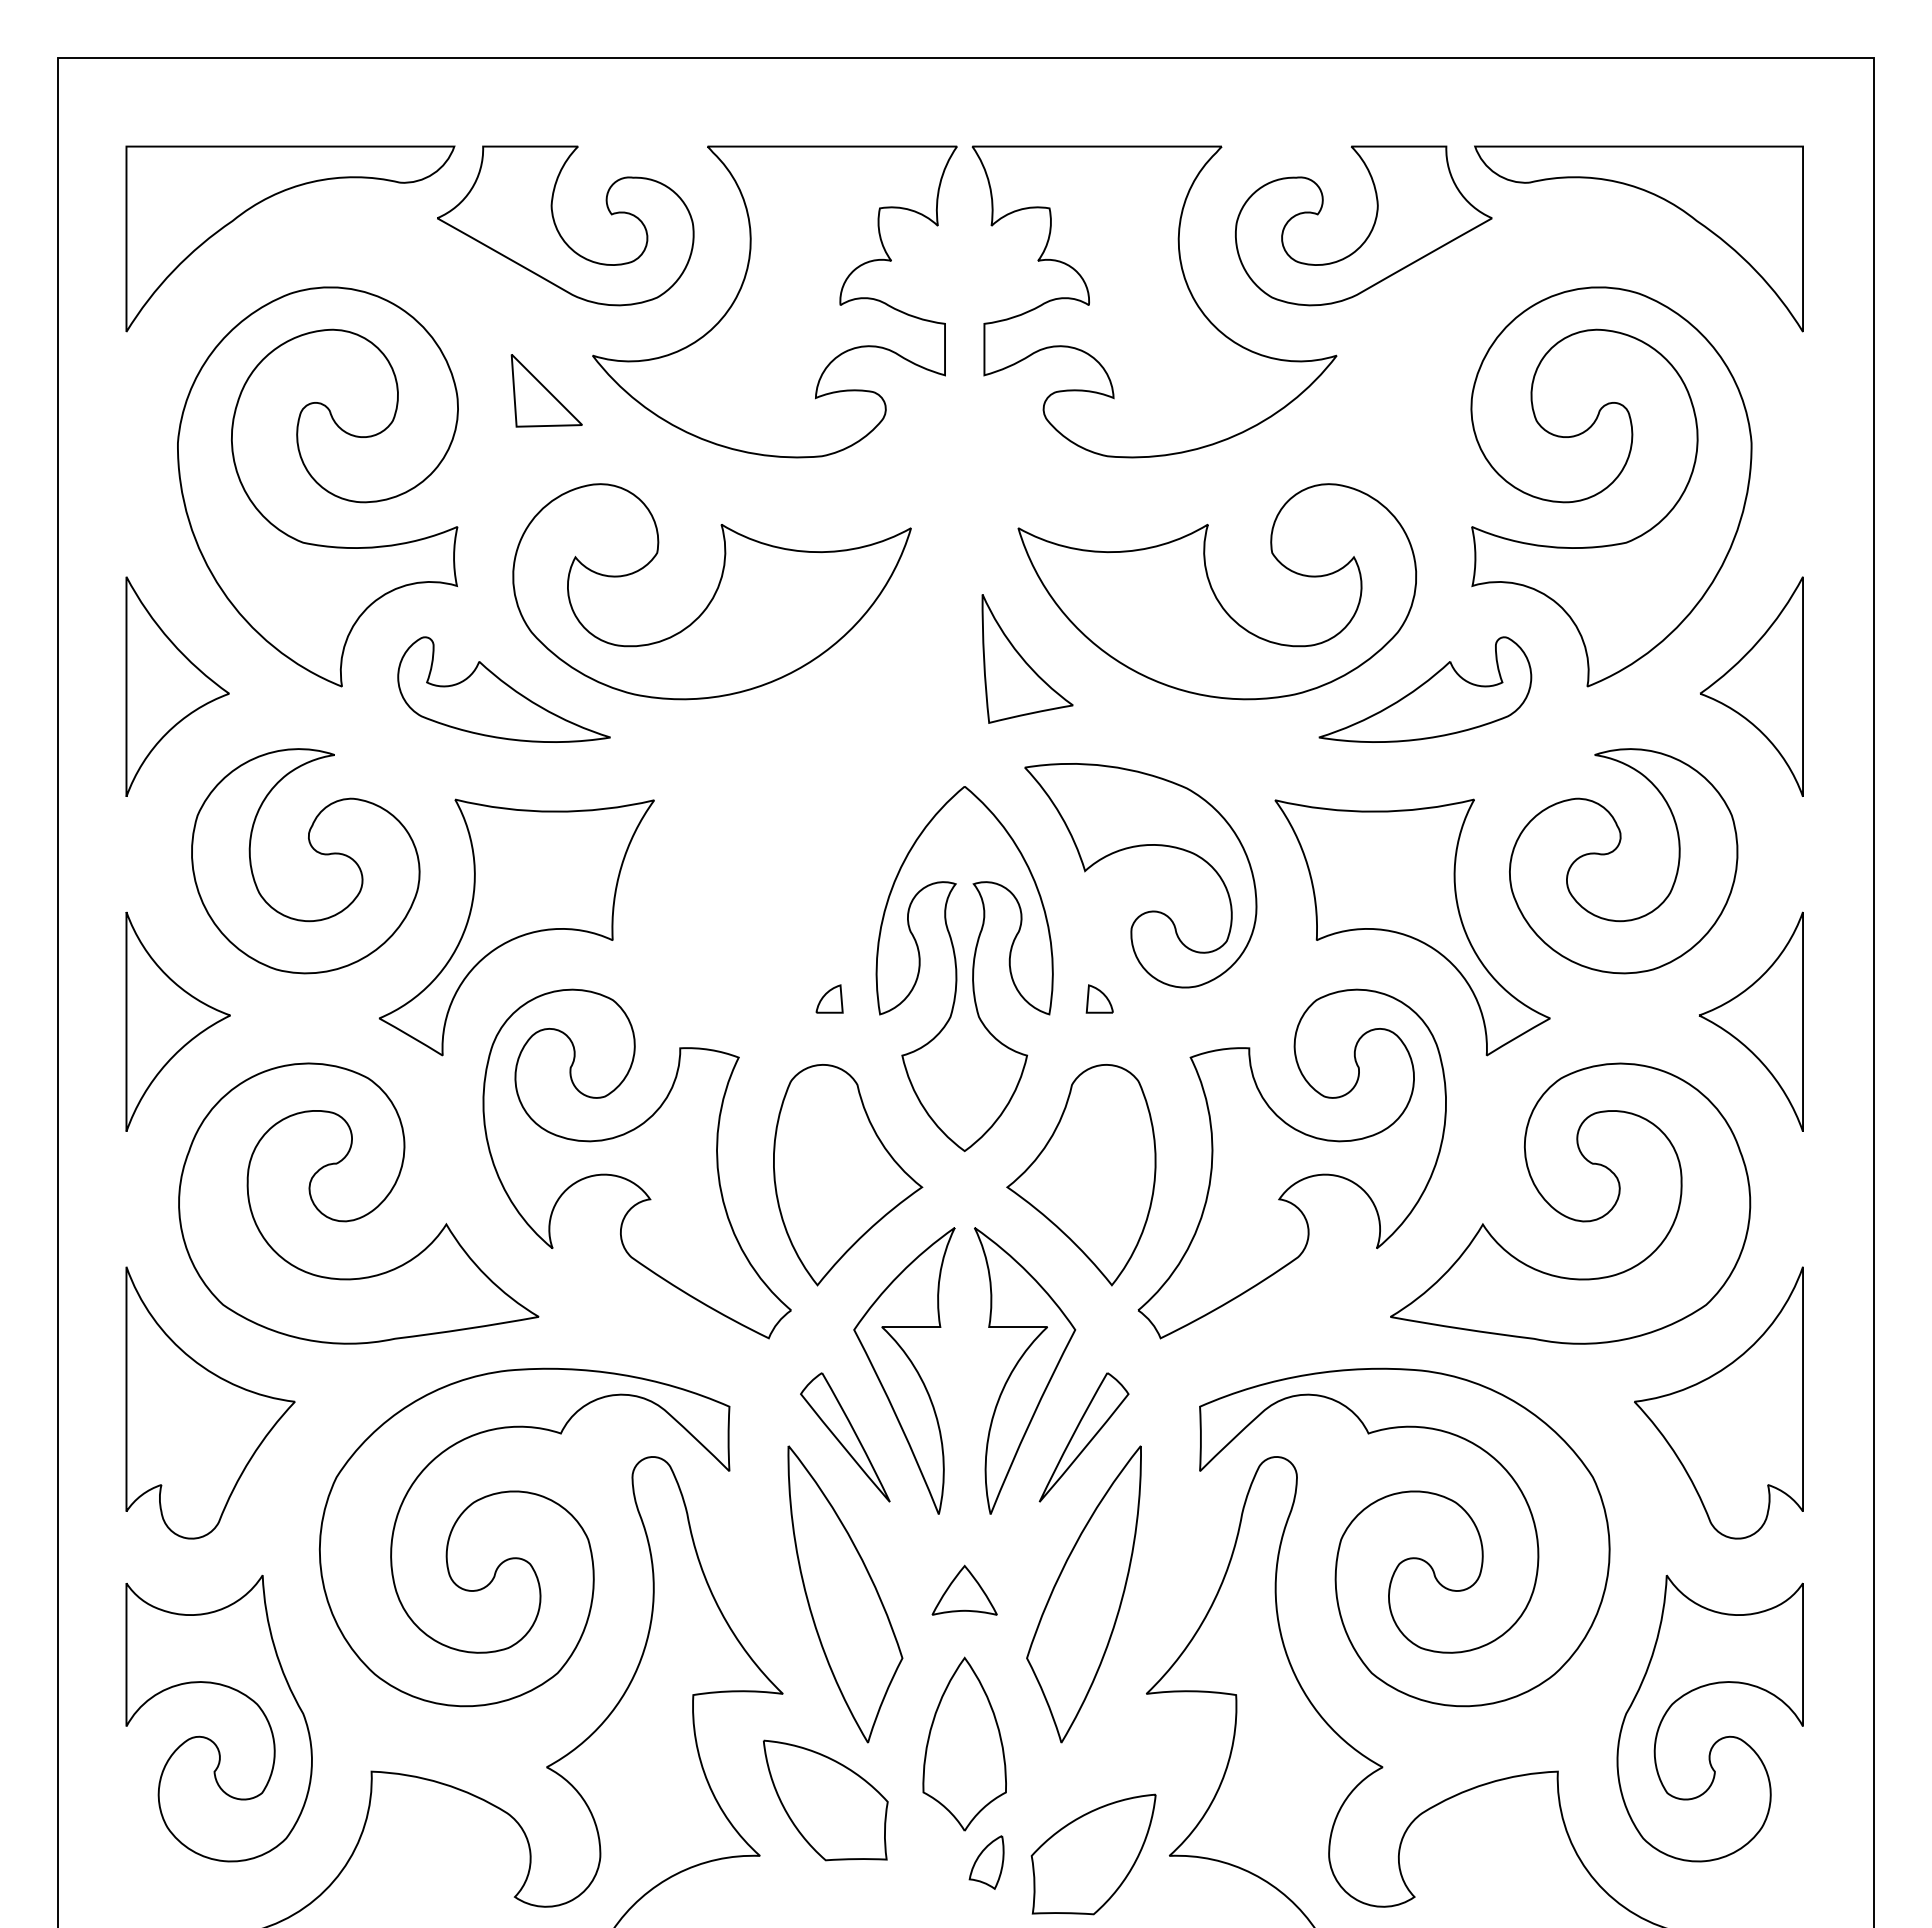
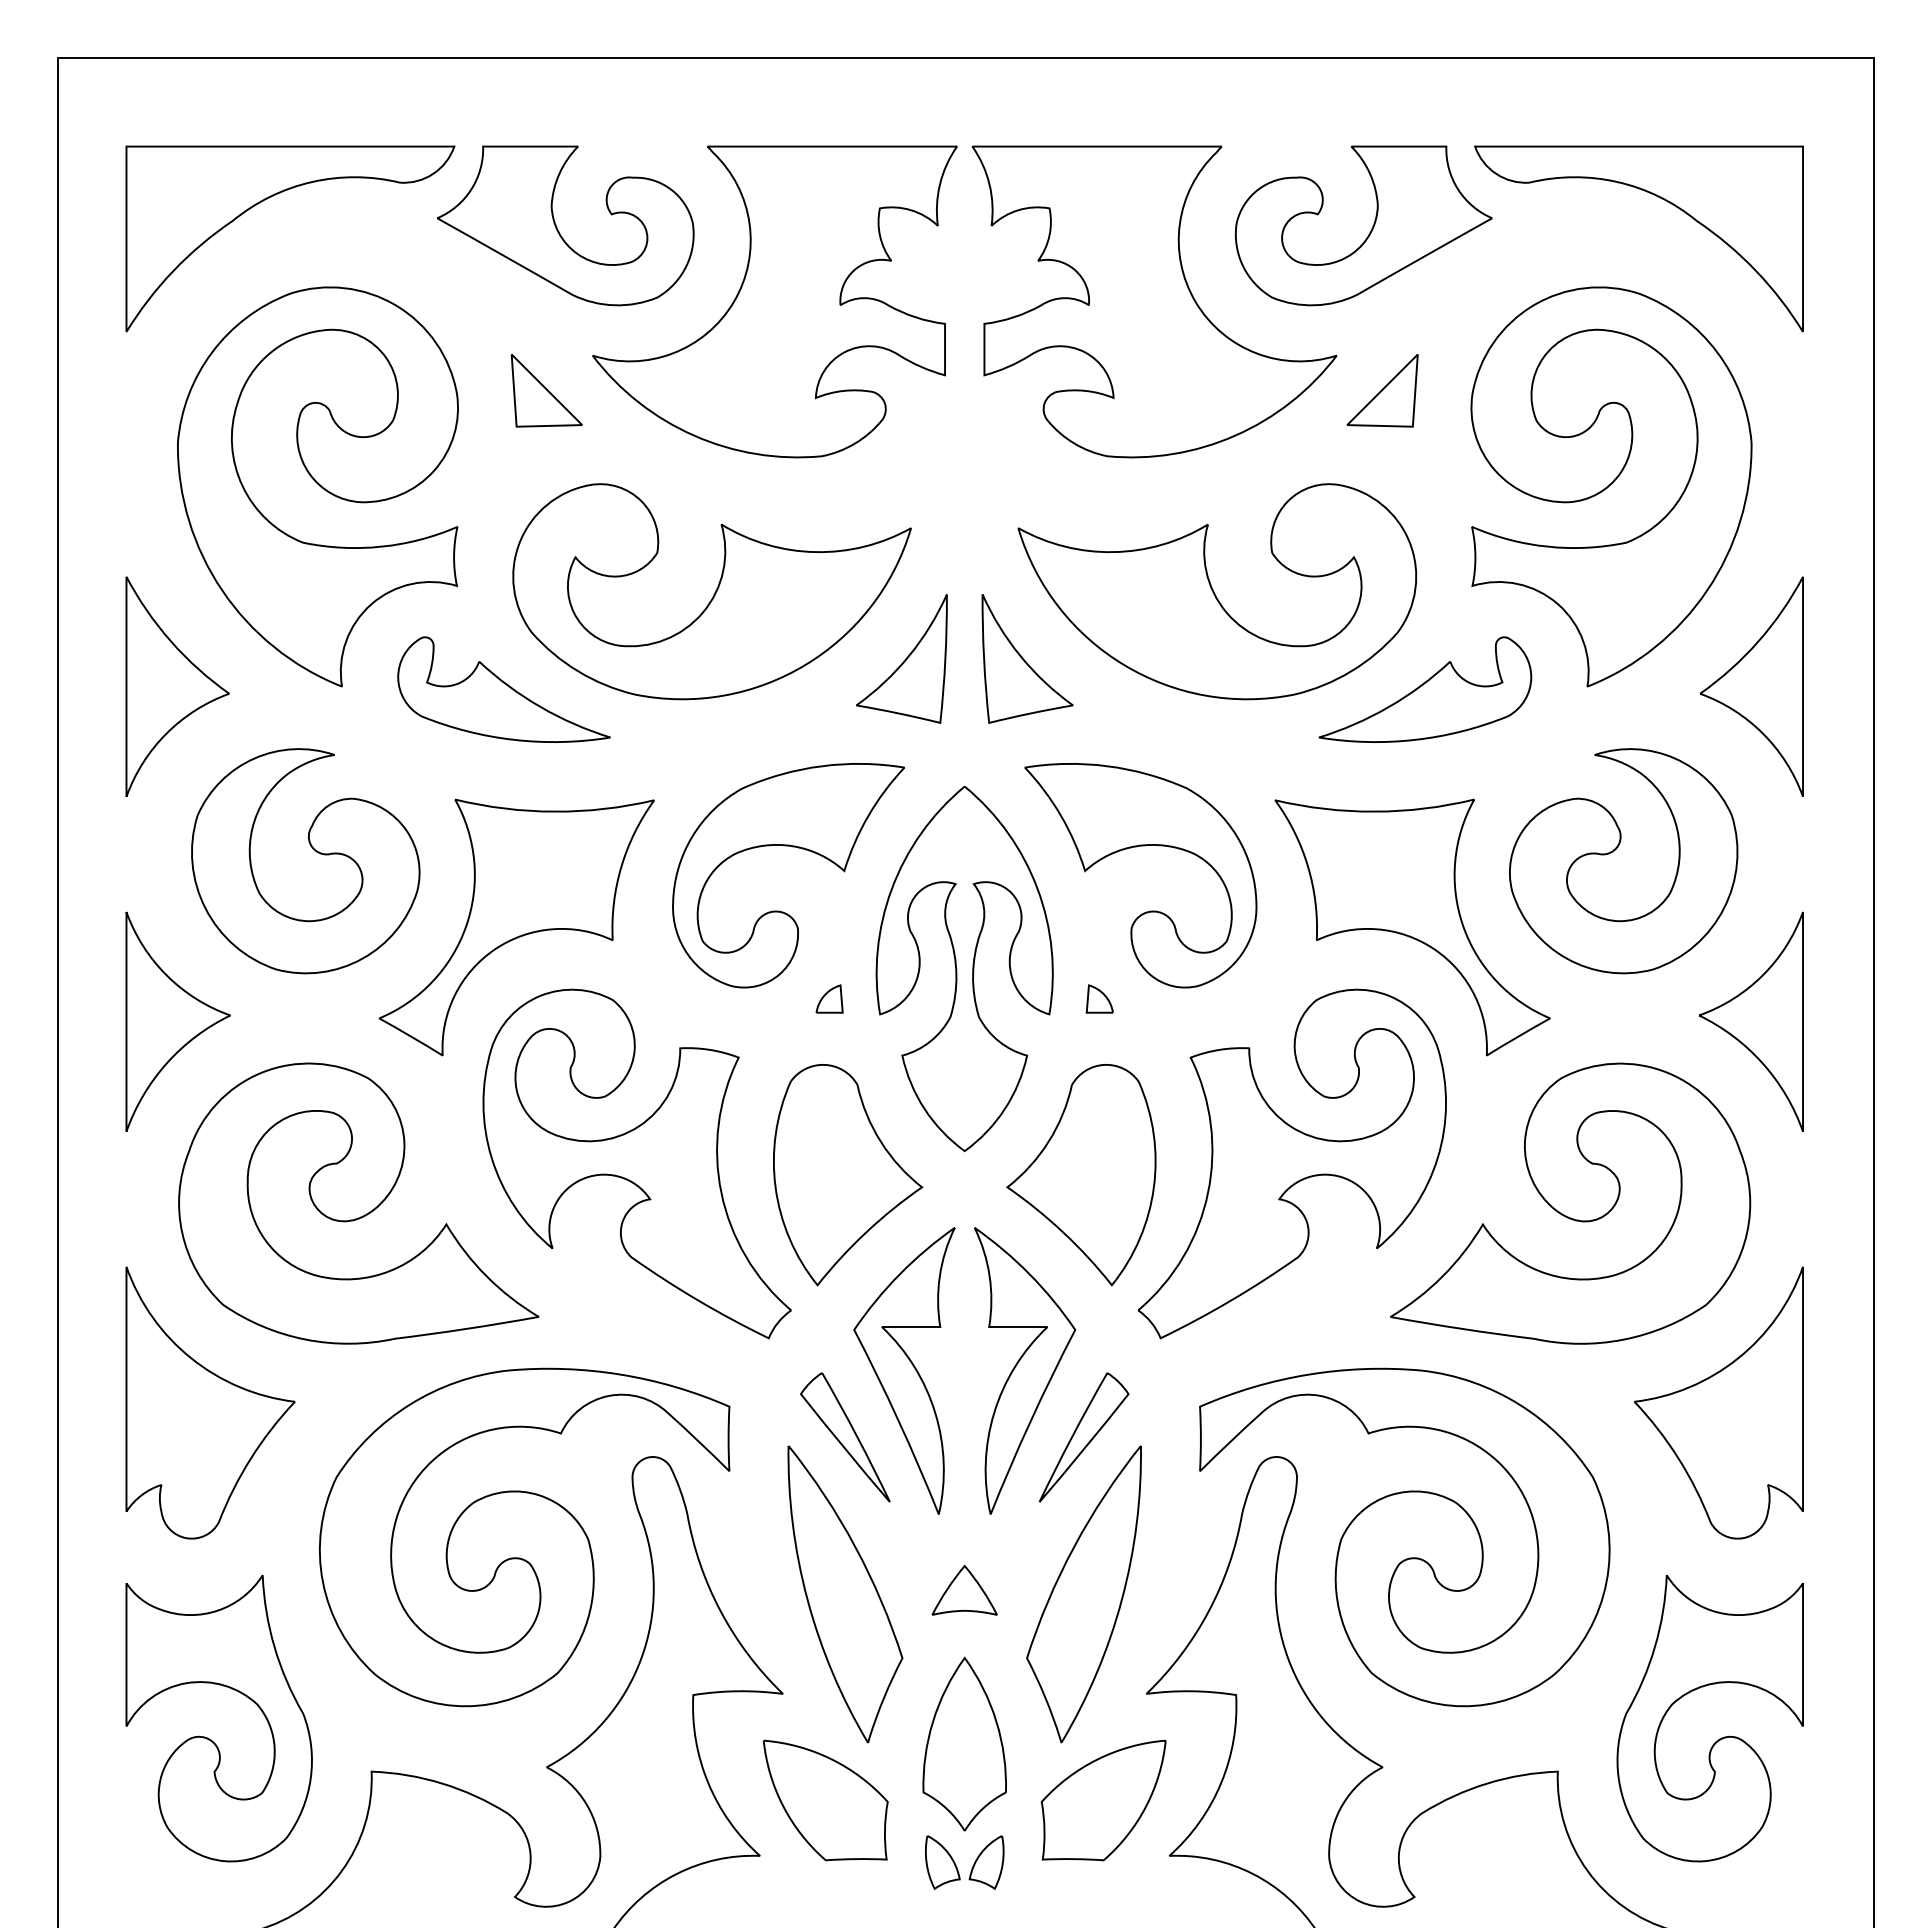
part at (1382, 390): none -> present
part at (901, 658): none -> present
part at (792, 847): none -> present
part at (1093, 1854) position: (1093, 1854) -> (1103, 1800)
part at (942, 1862): none -> present
